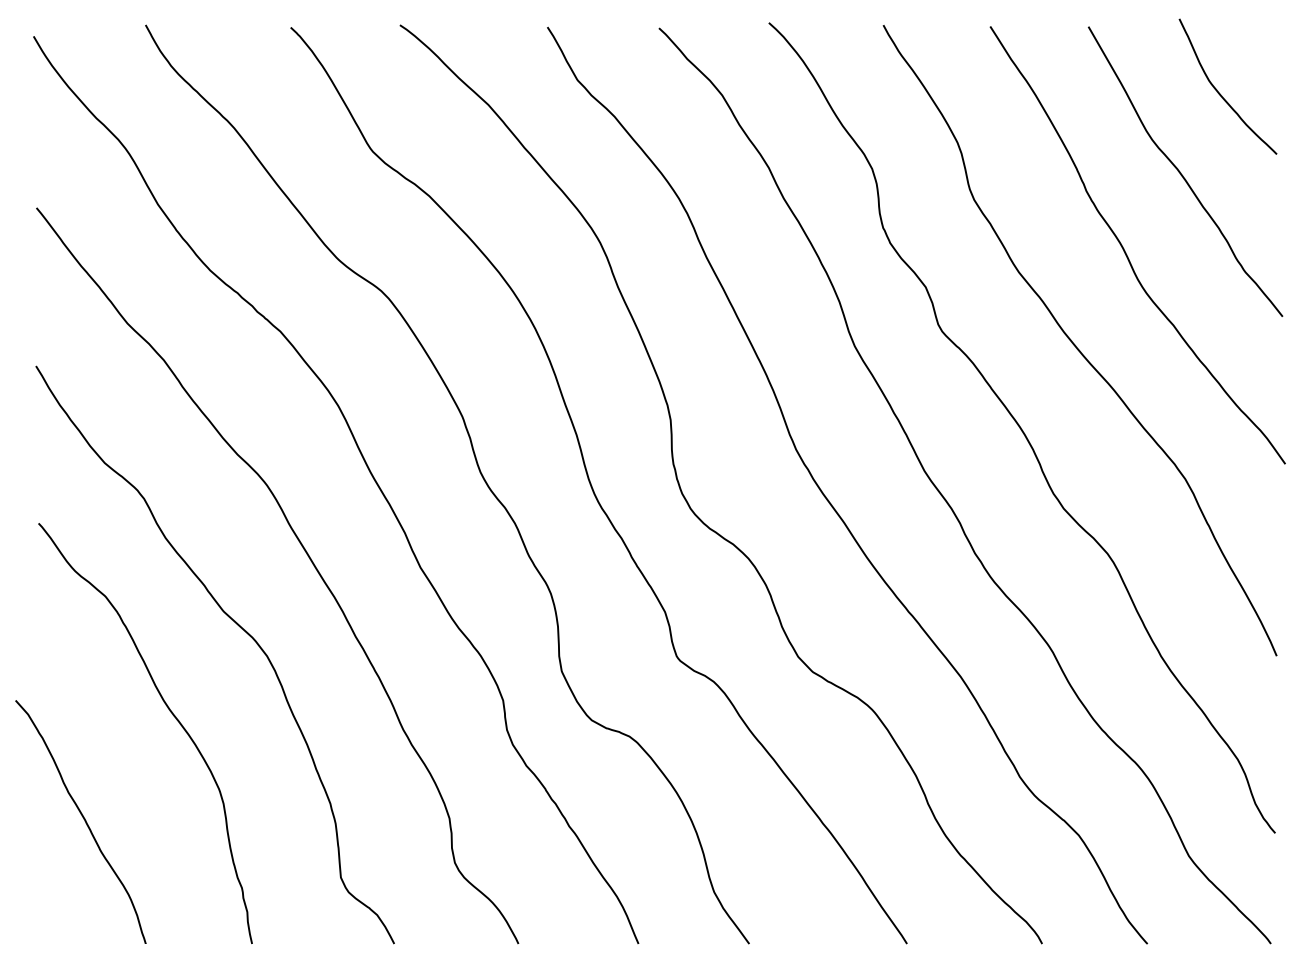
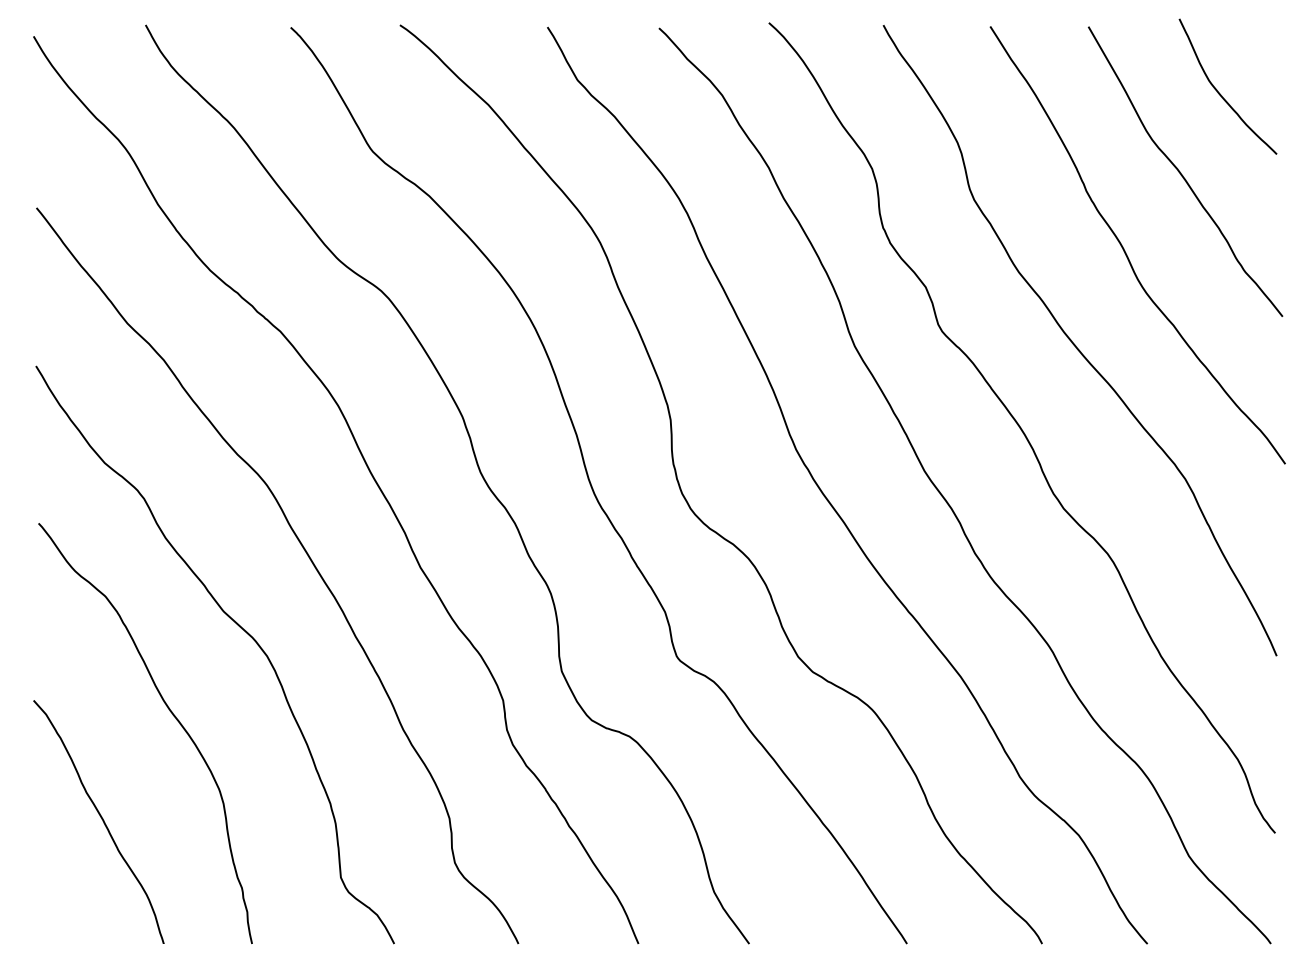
curve at (83, 819) position: (83, 819) -> (101, 819)
